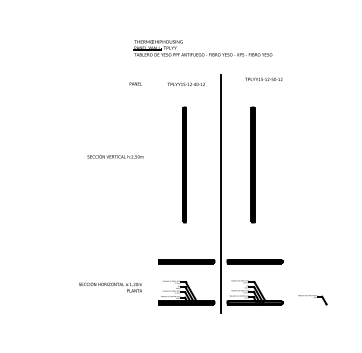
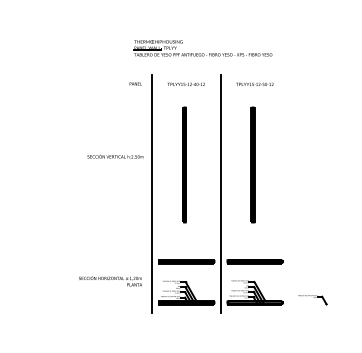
text at (263, 78) position: (263, 78) -> (254, 83)
line at (152, 193): none -> present
text at (110, 287) position: (110, 287) -> (110, 281)
